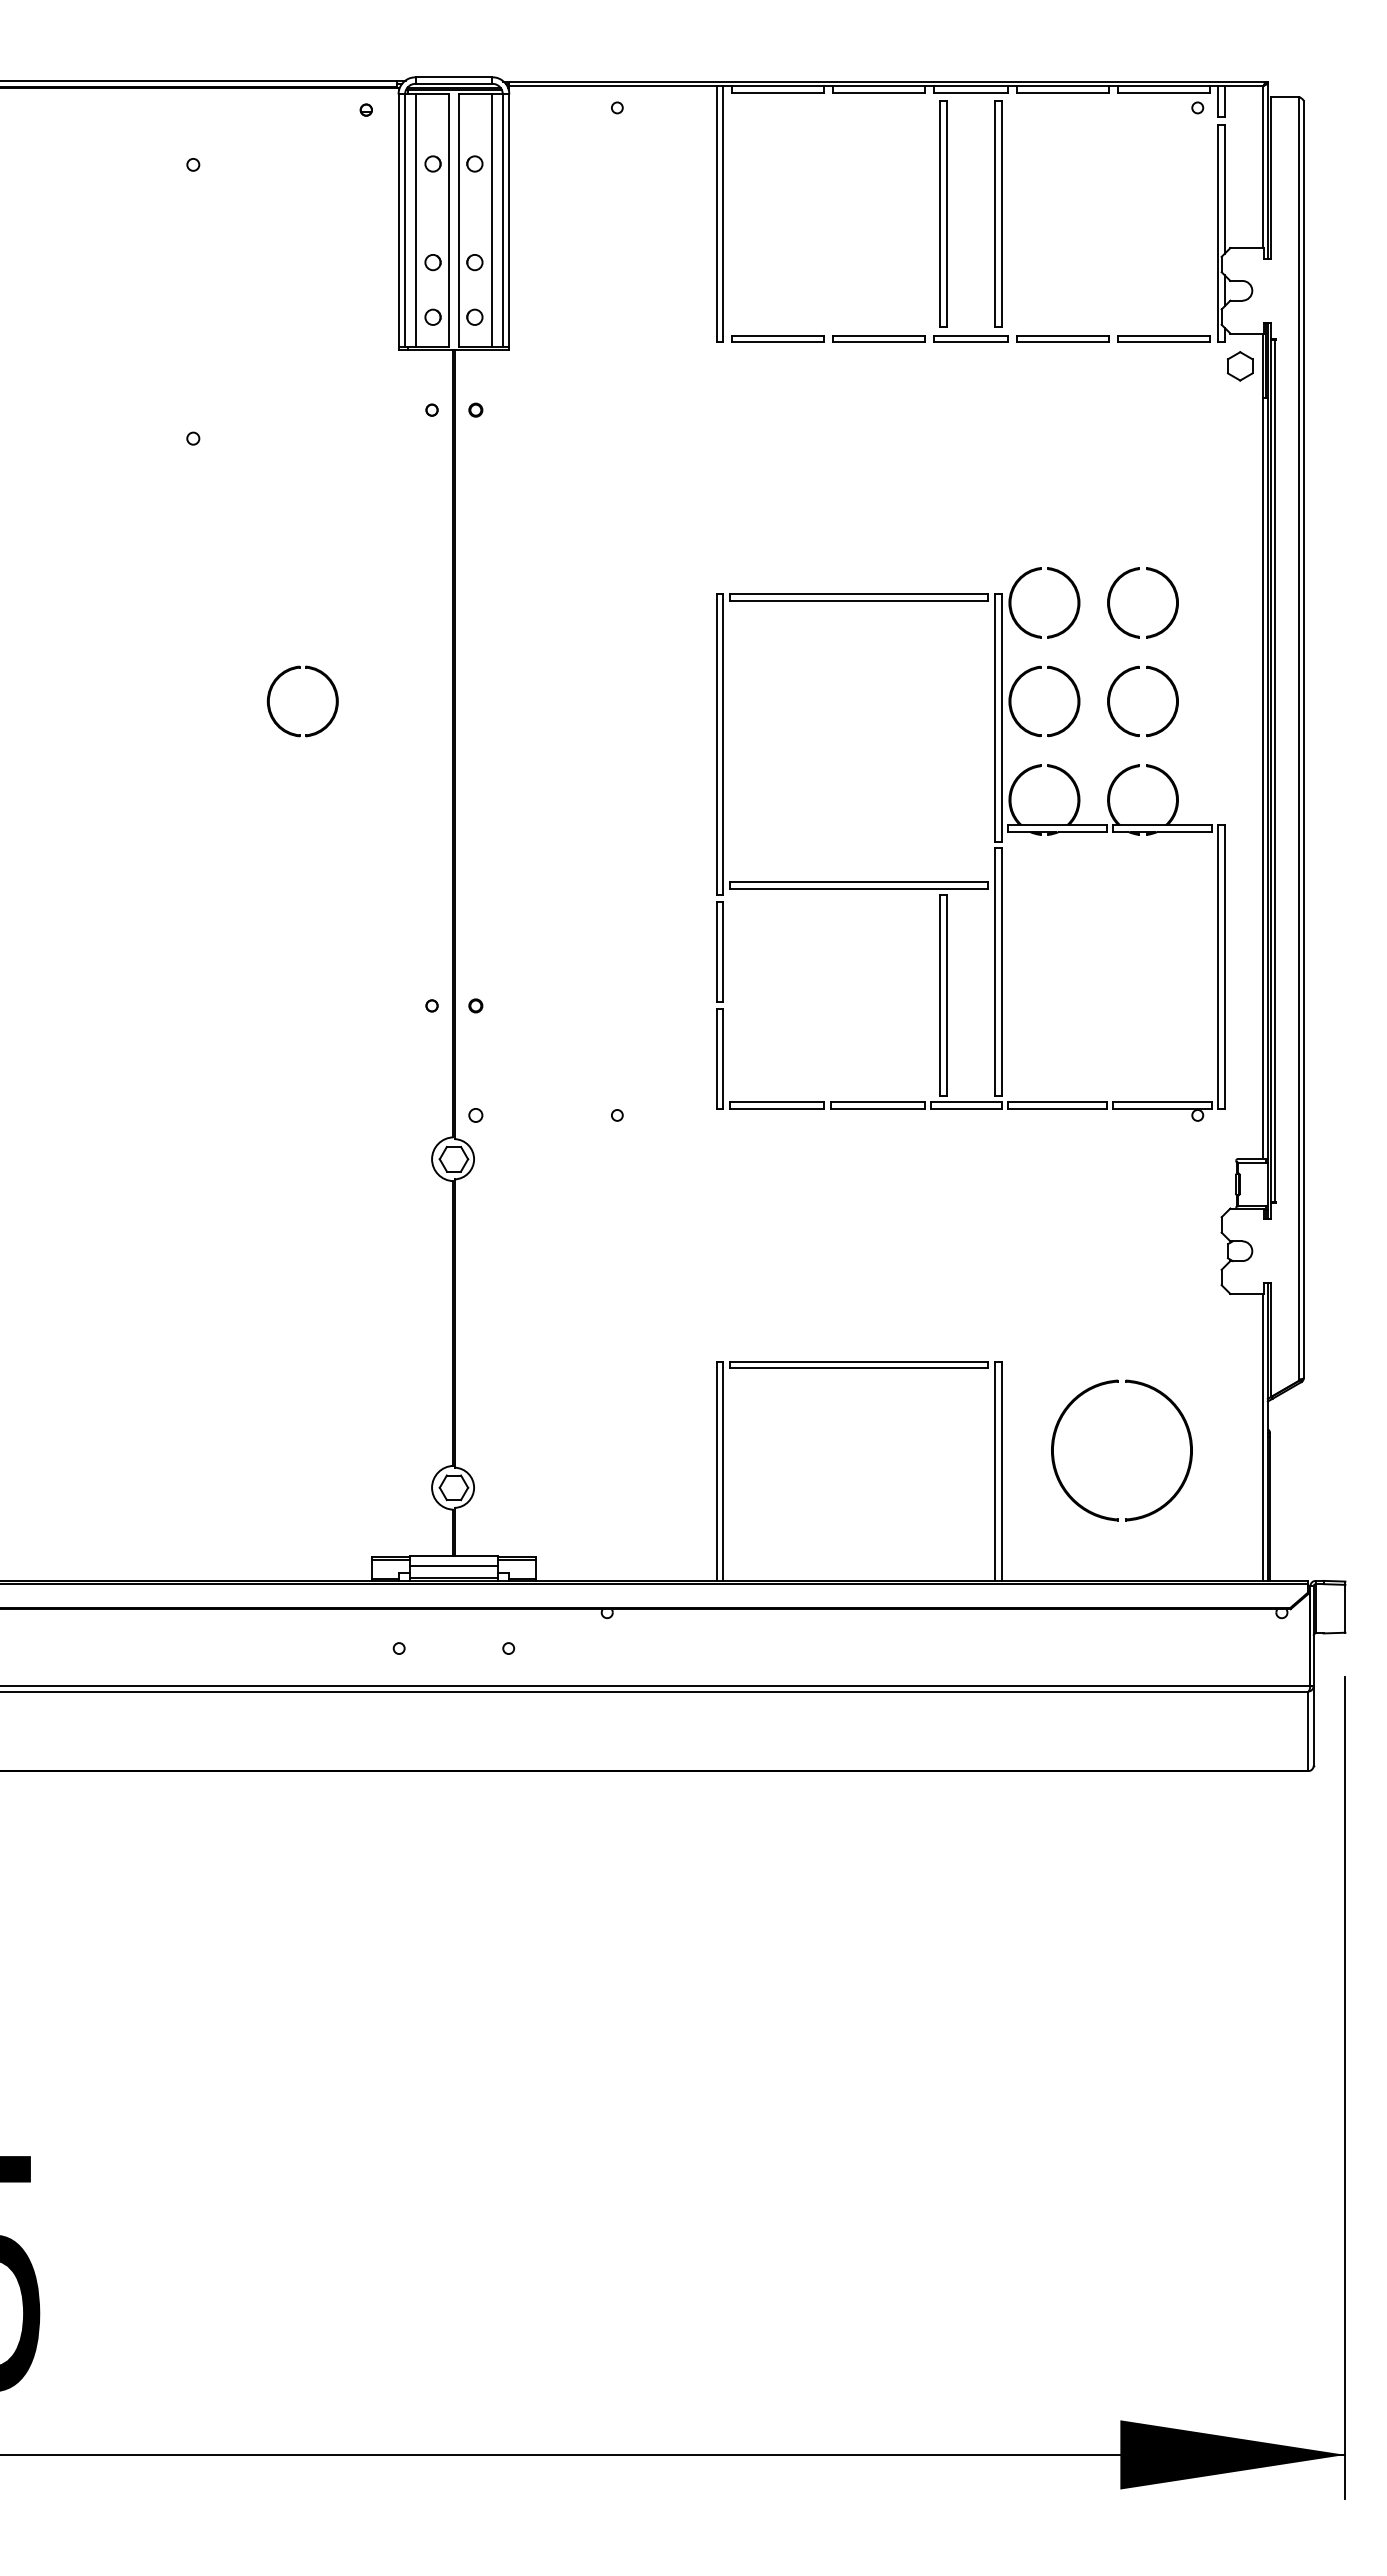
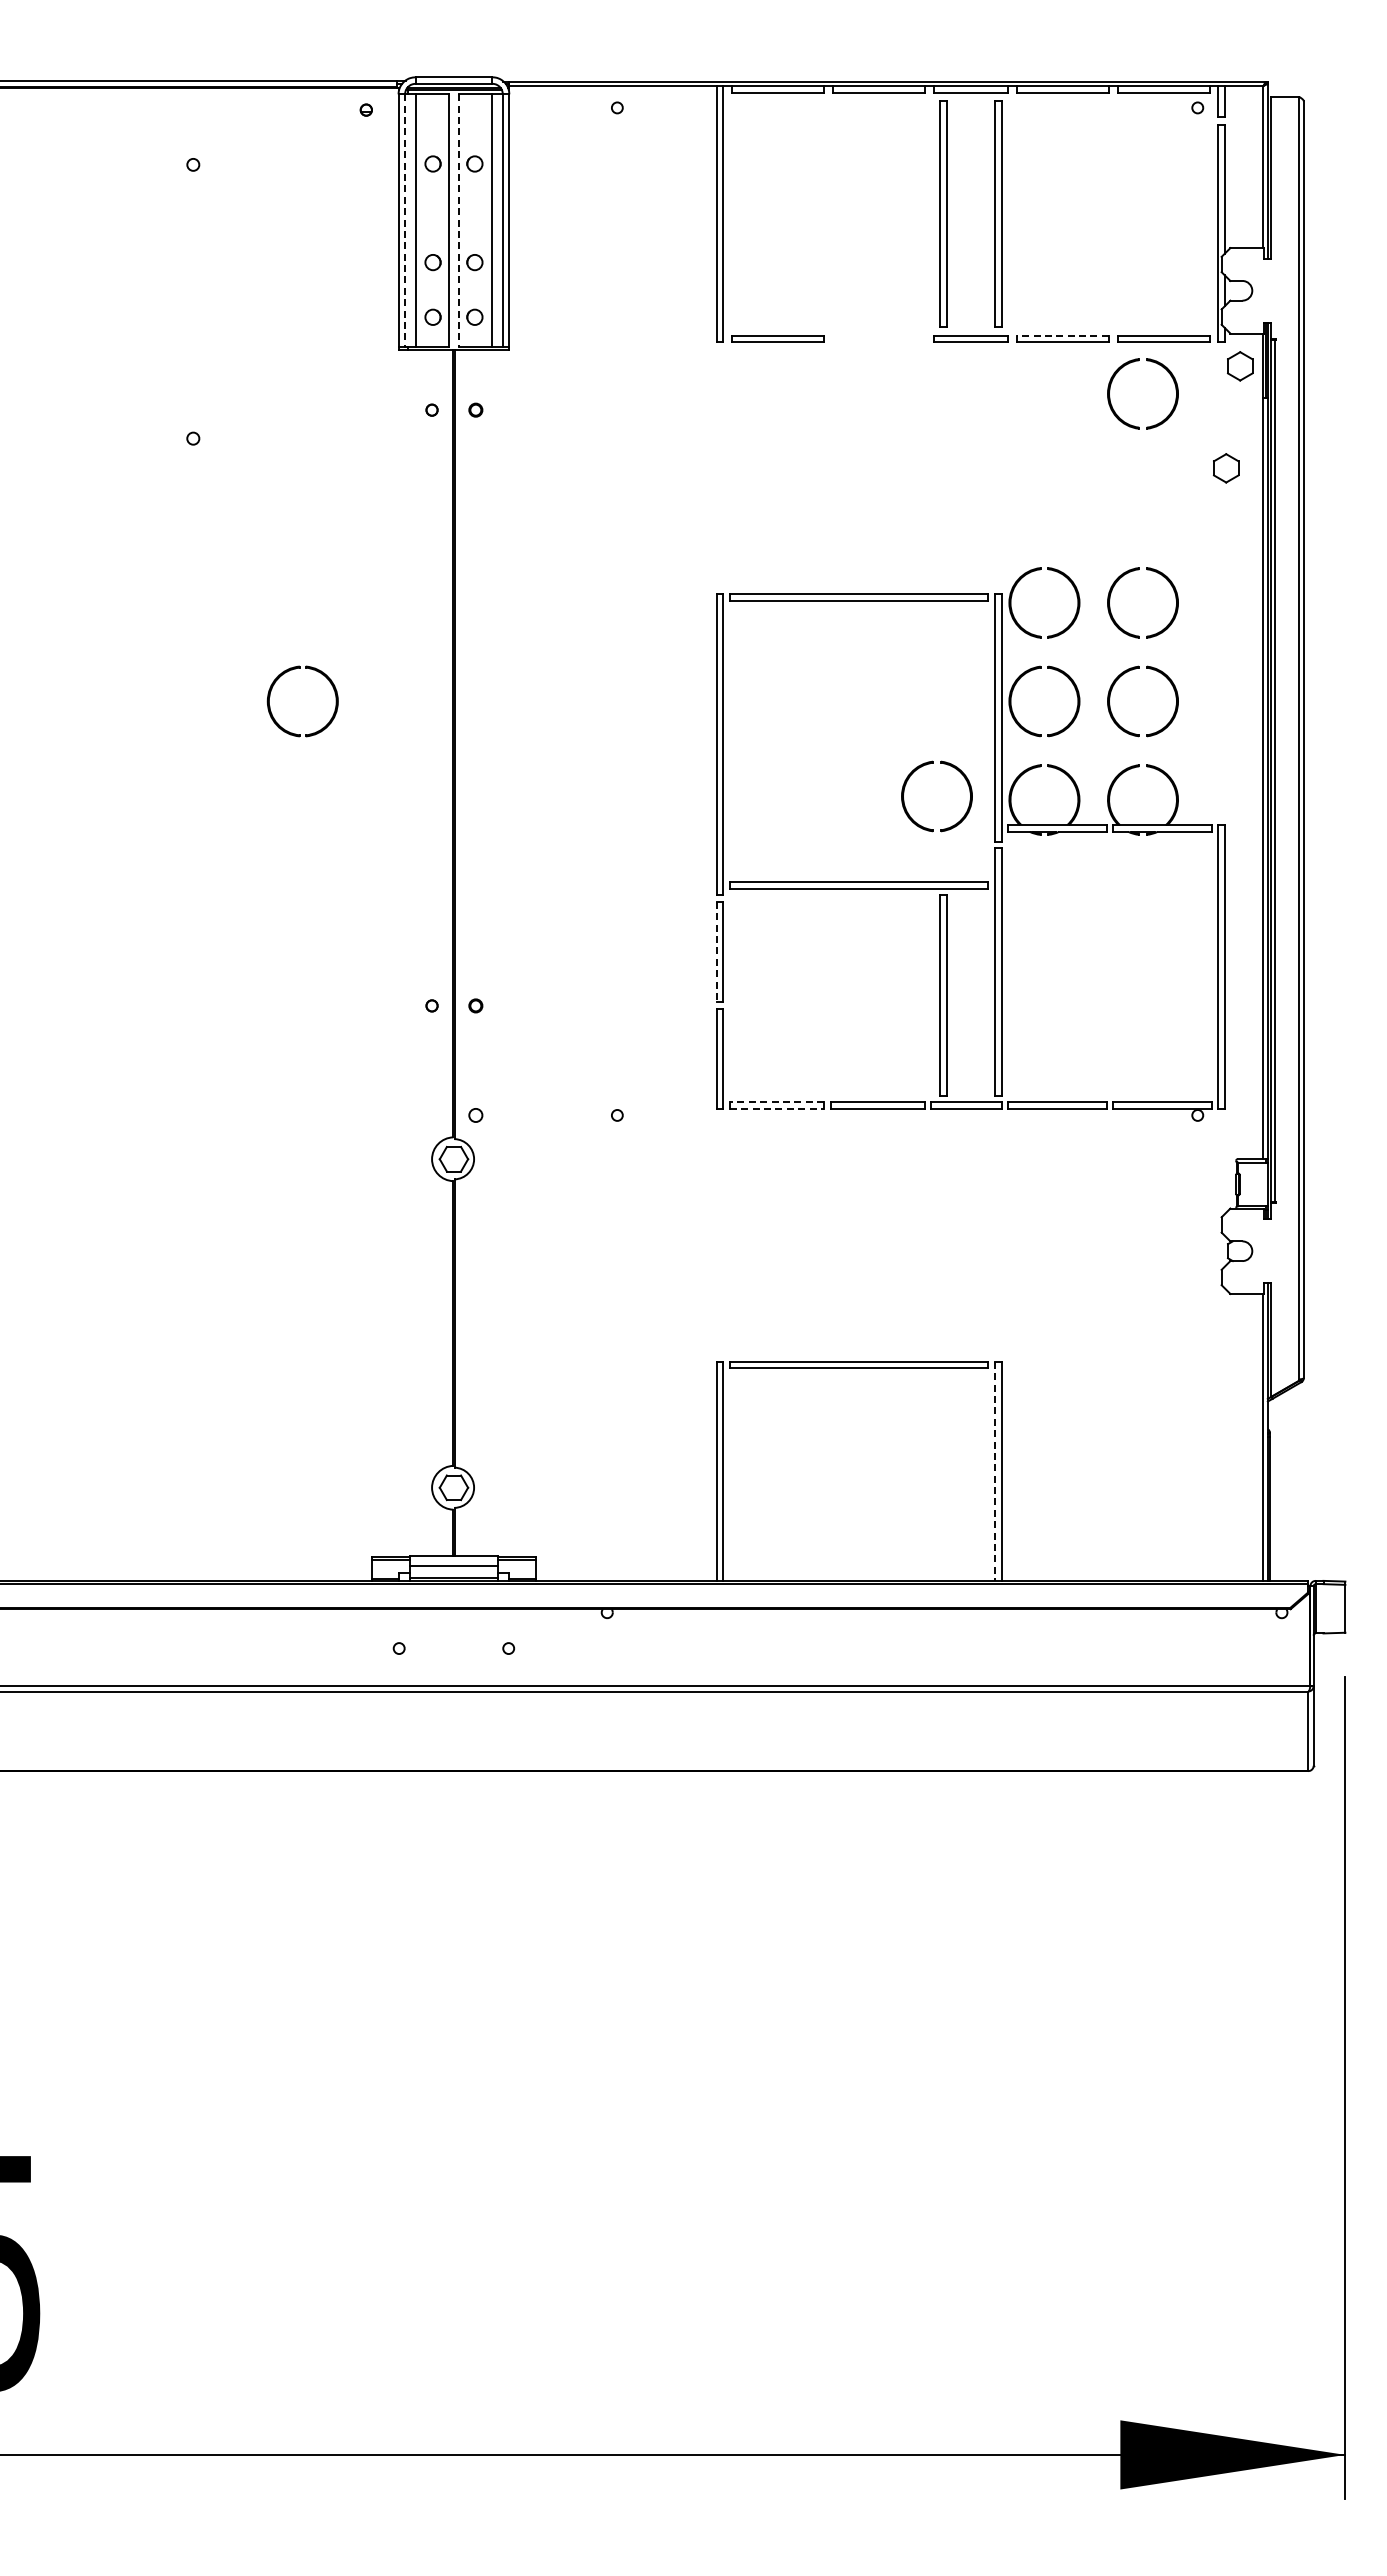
line at (405, 221): solid -> dashed
line at (459, 221): solid -> dashed
line at (1062, 335): solid -> dashed
part at (878, 338): present -> none
part at (1118, 372): none -> present
part at (1226, 468): none -> present
part at (904, 793): none -> present
line at (716, 952): solid -> dashed
line at (776, 1102): solid -> dashed
line at (777, 1108): solid -> dashed
part at (1056, 1433): present -> none
line at (994, 1471): solid -> dashed
